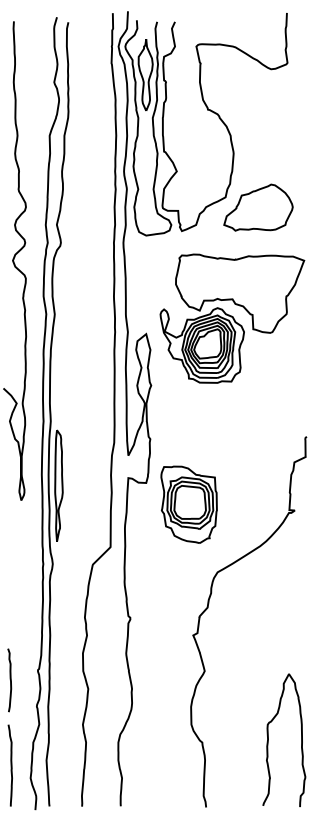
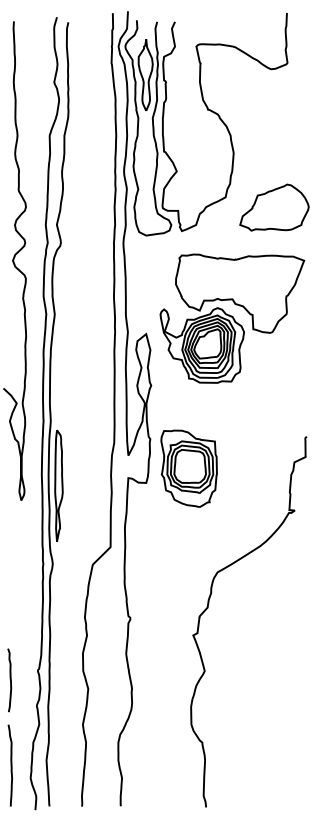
part at (258, 207) position: (258, 207) -> (274, 207)
part at (188, 504) position: (188, 504) -> (188, 468)
curve at (268, 740): present -> none
